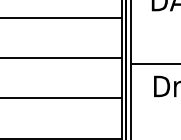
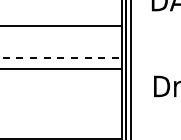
line at (61, 17) position: (61, 17) -> (61, 25)
line at (61, 58): solid -> dashed
line at (154, 63): present -> none
line at (61, 98) position: (61, 98) -> (61, 69)
